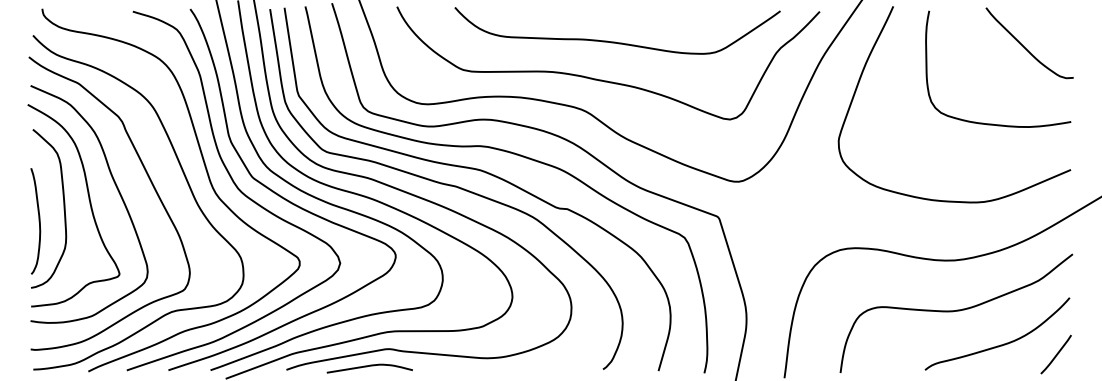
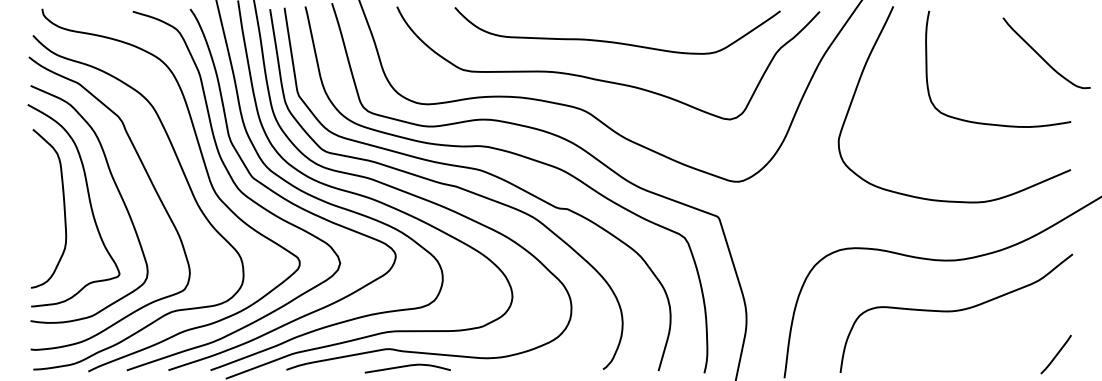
curve at (1025, 47) position: (1025, 47) -> (1042, 57)
curve at (38, 221): present -> none
curve at (1000, 344): present -> none
curve at (369, 366) position: (369, 366) -> (407, 366)
